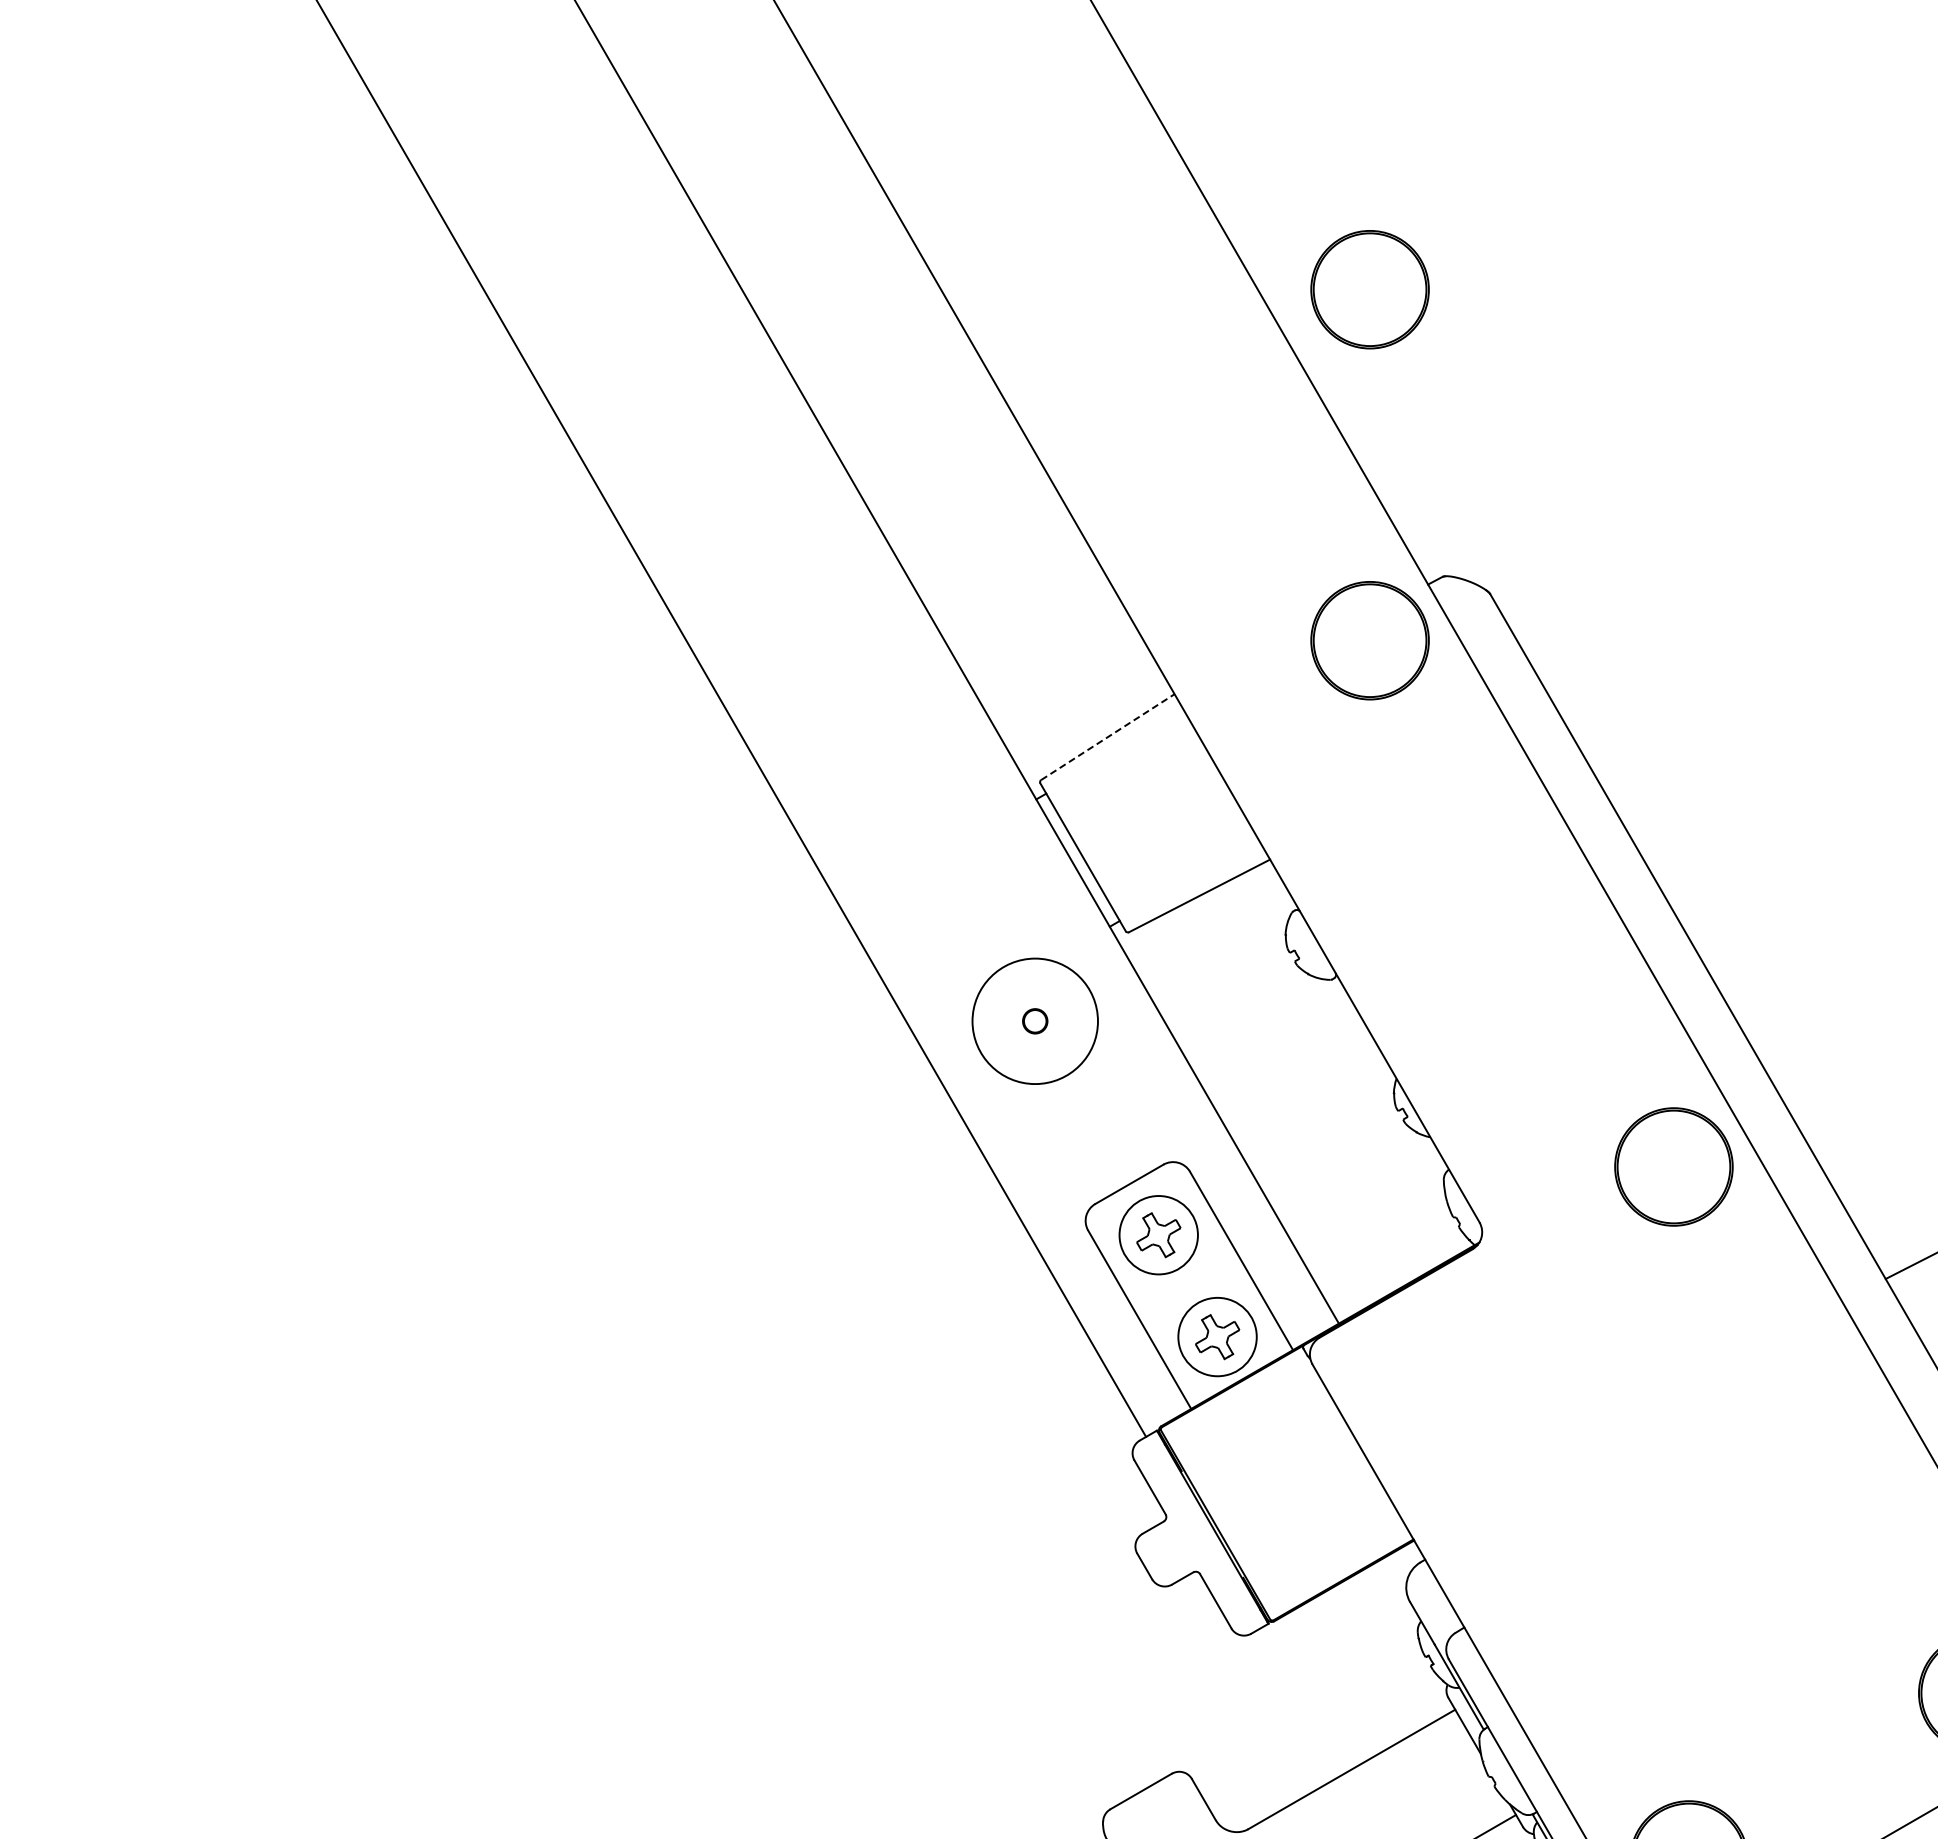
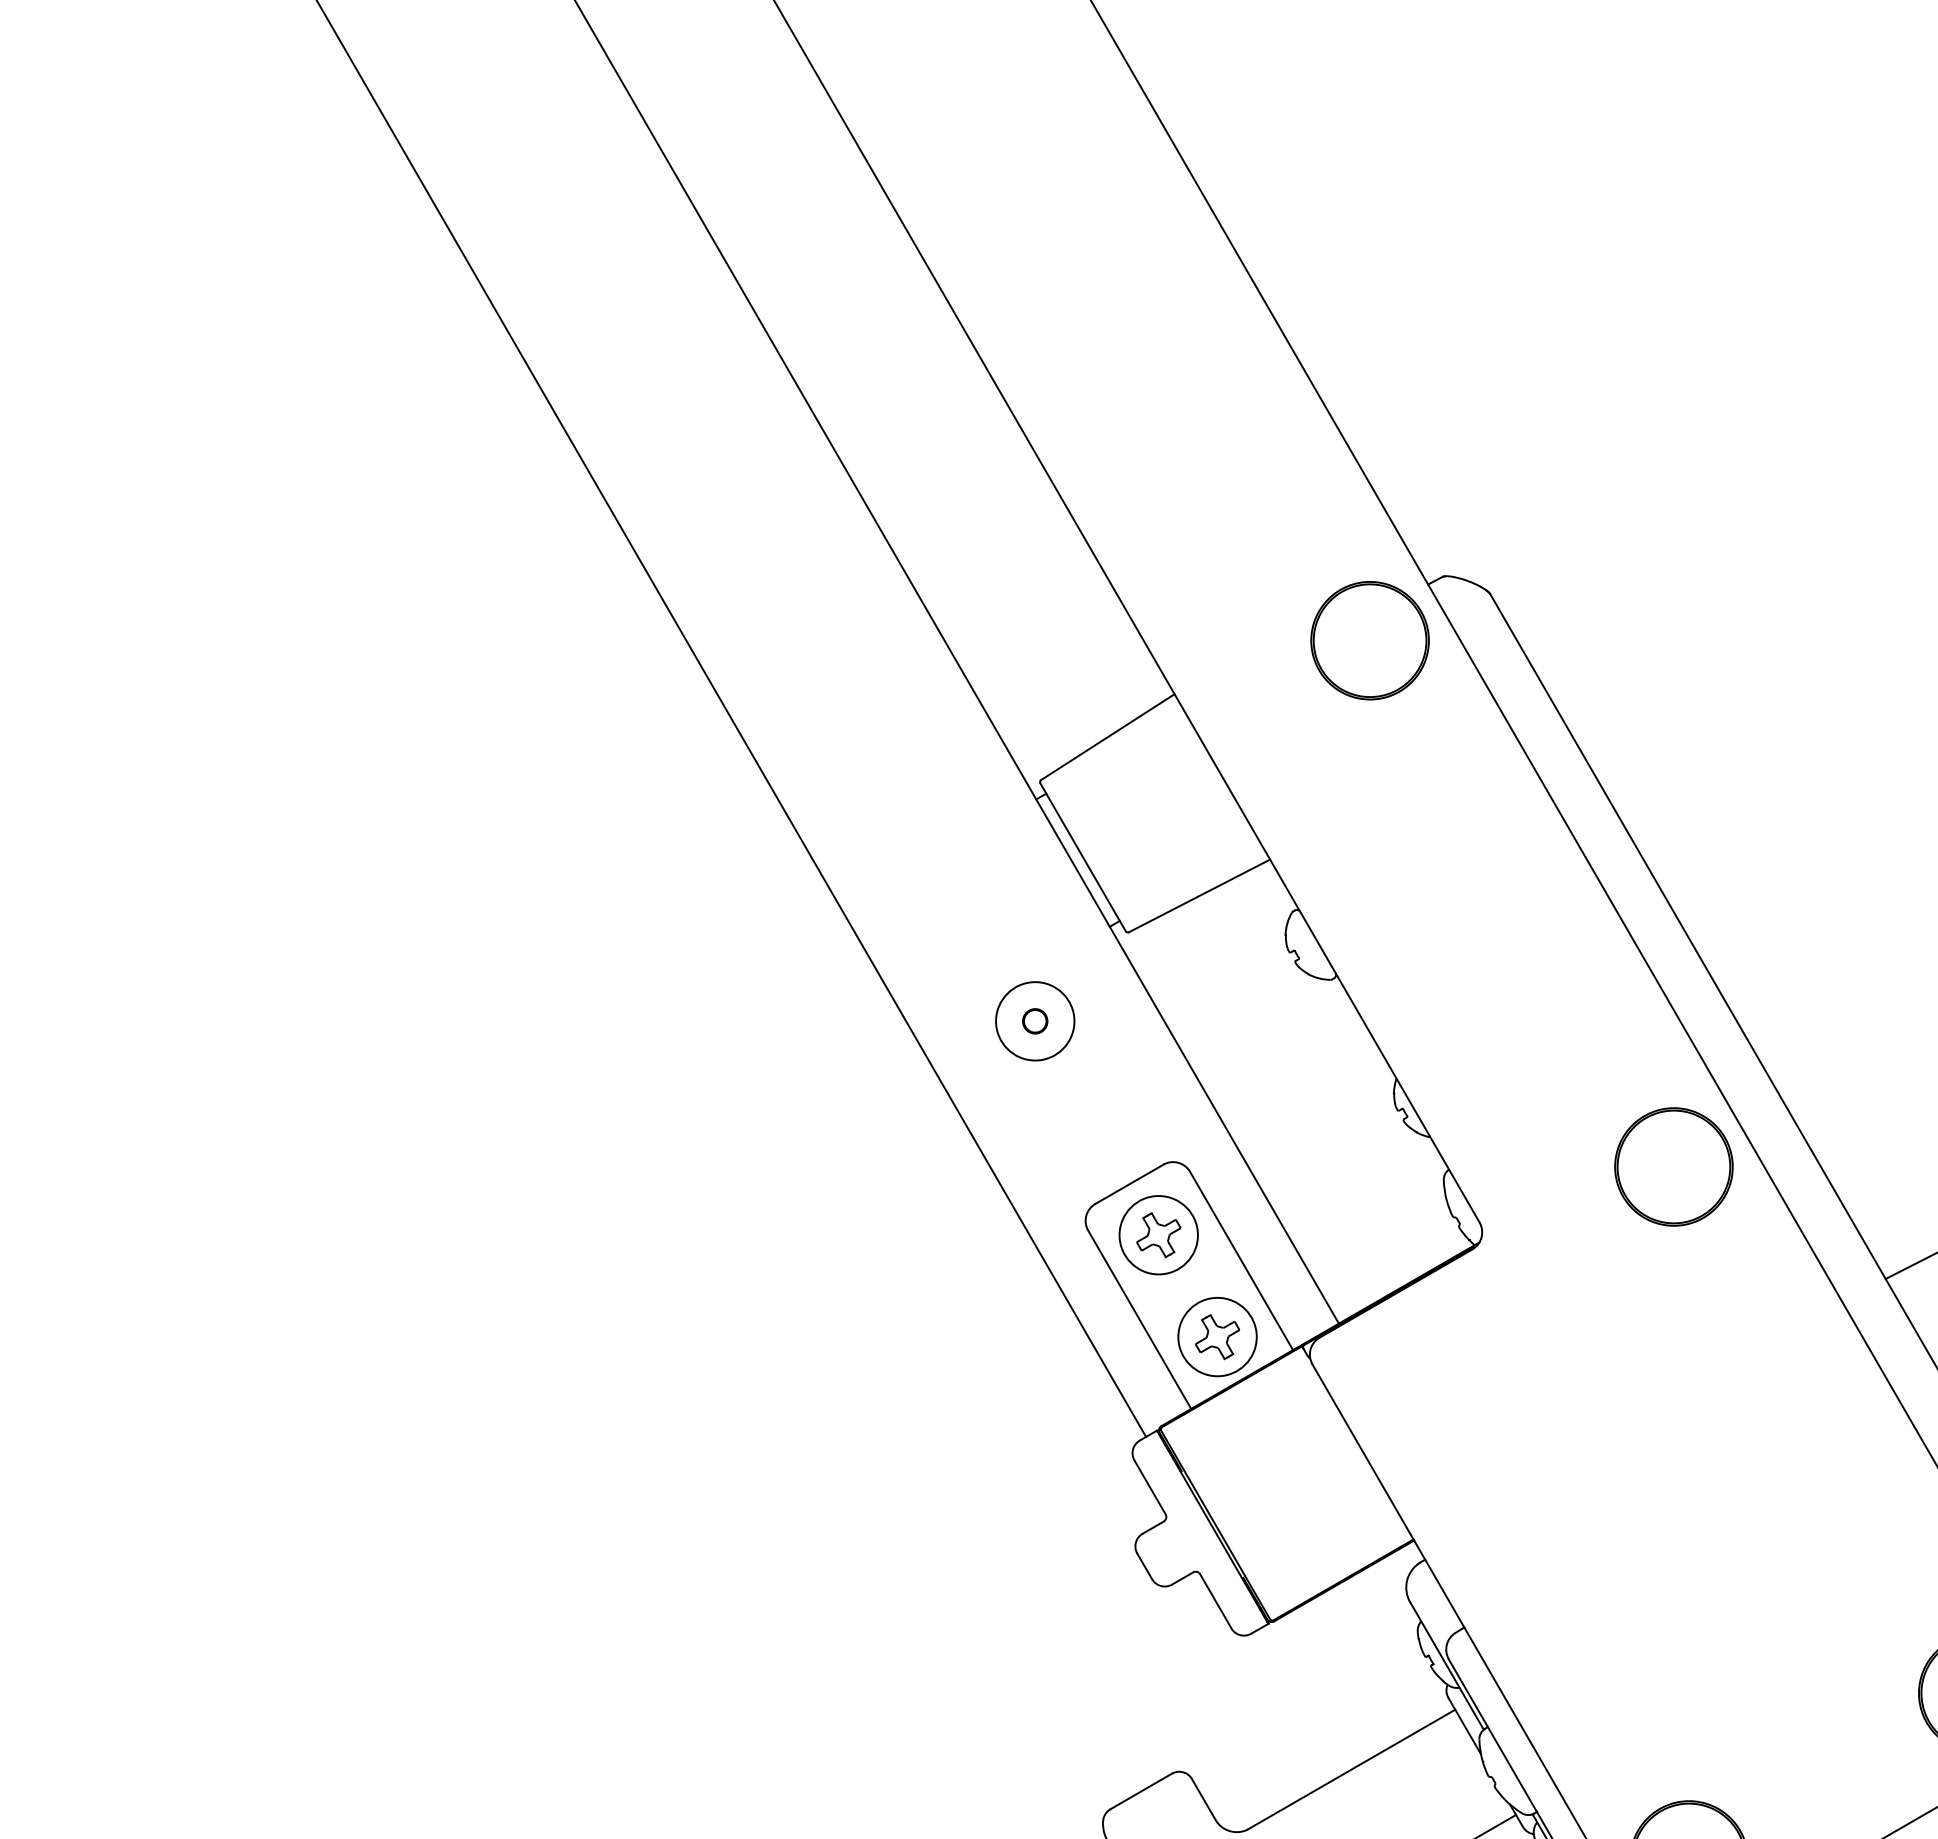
part at (1369, 289): present -> none
line at (1108, 736): dashed -> solid
circle at (1034, 1021) diameter: 125 px -> 78 px
